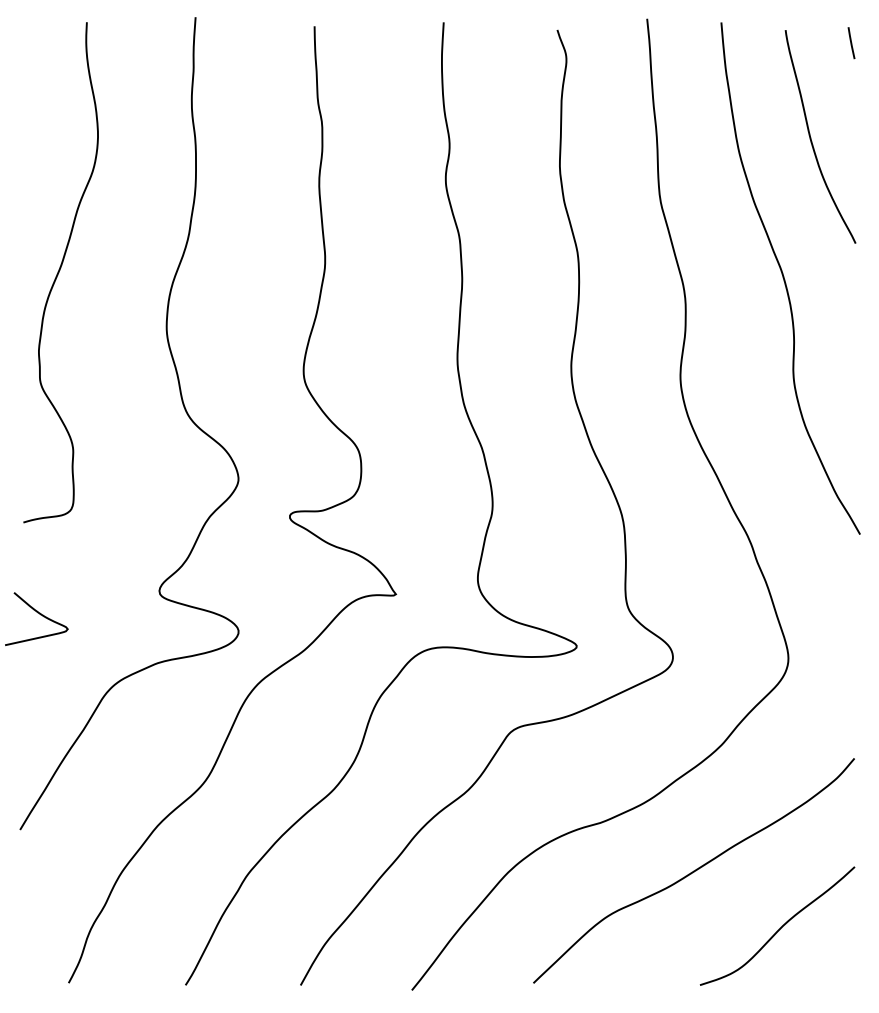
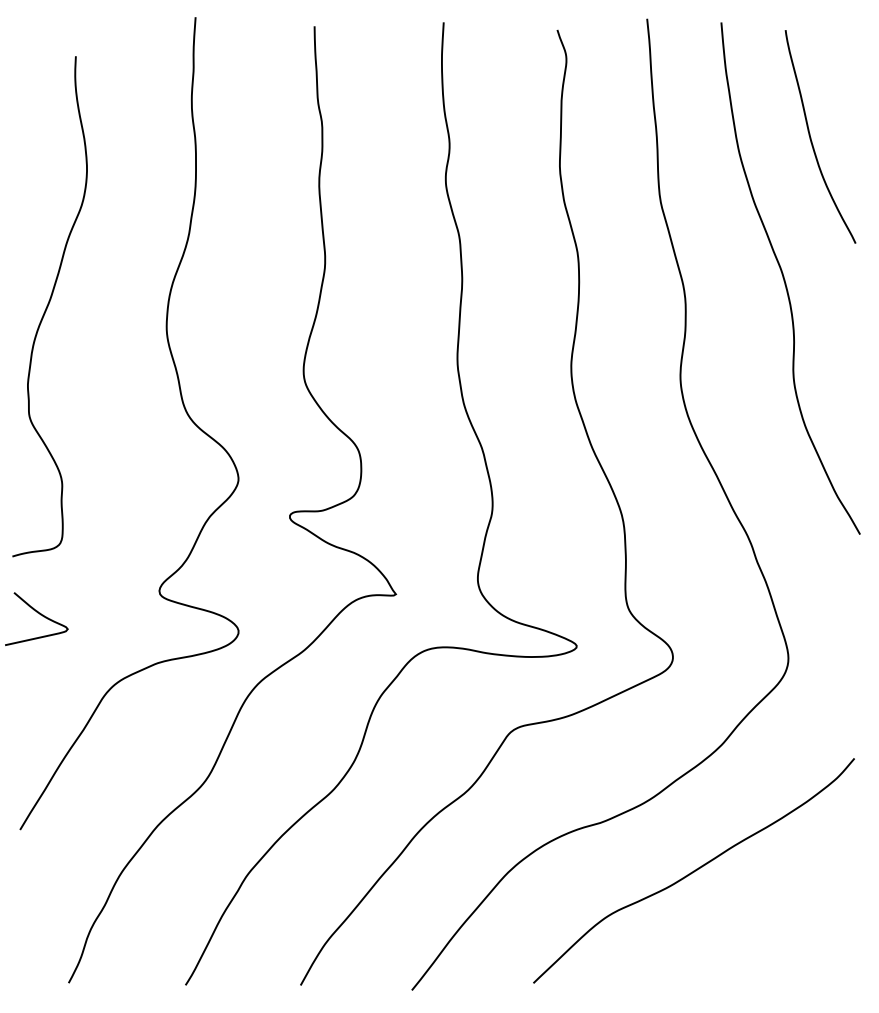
line at (851, 43): present -> none
curve at (59, 272) position: (59, 272) -> (48, 306)
curve at (780, 927): present -> none
